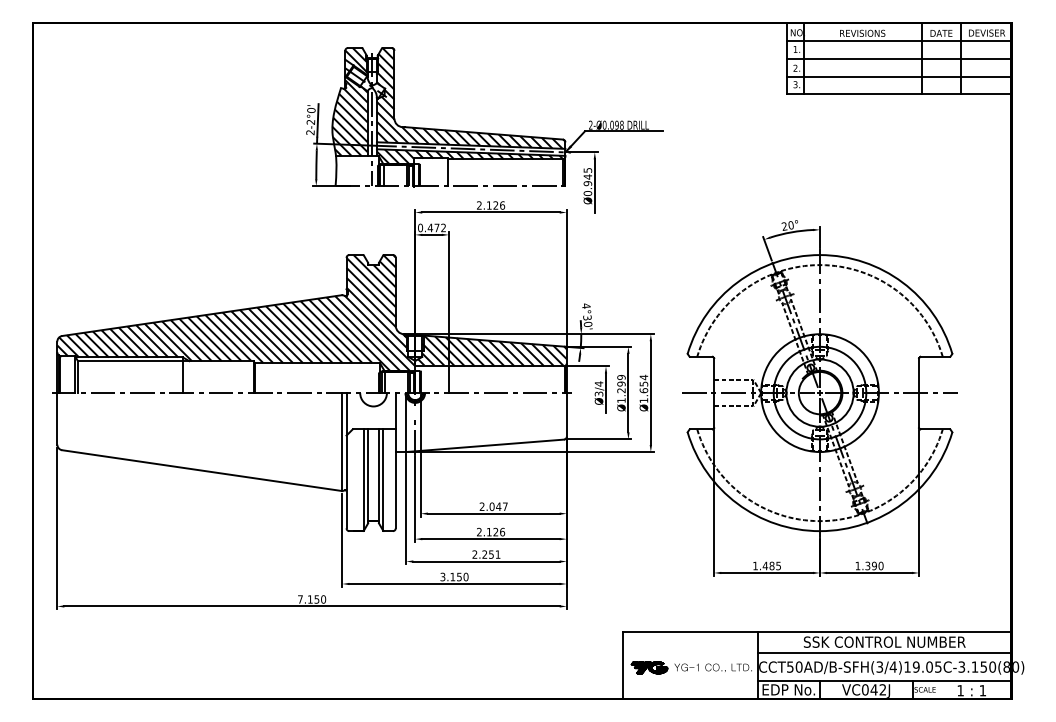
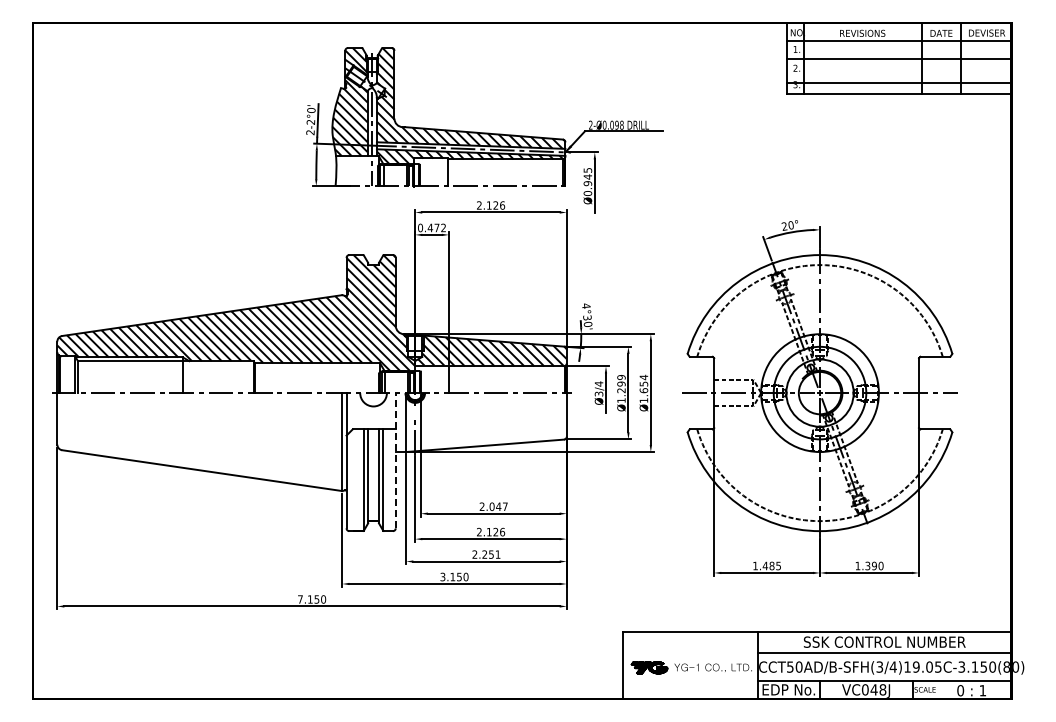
line at (899, 76) position: (899, 76) -> (899, 82)
line at (395, 460): solid -> dashed
text at (882, 689): VC042J -> VC048J
text at (960, 690): 1 -> 0
